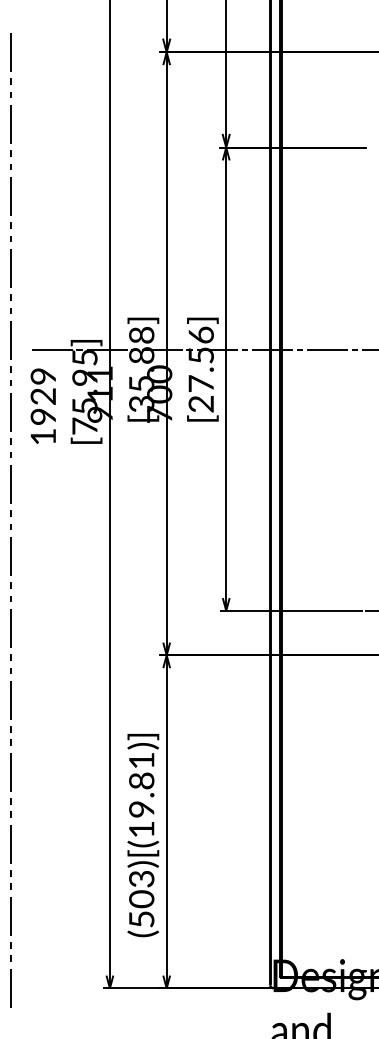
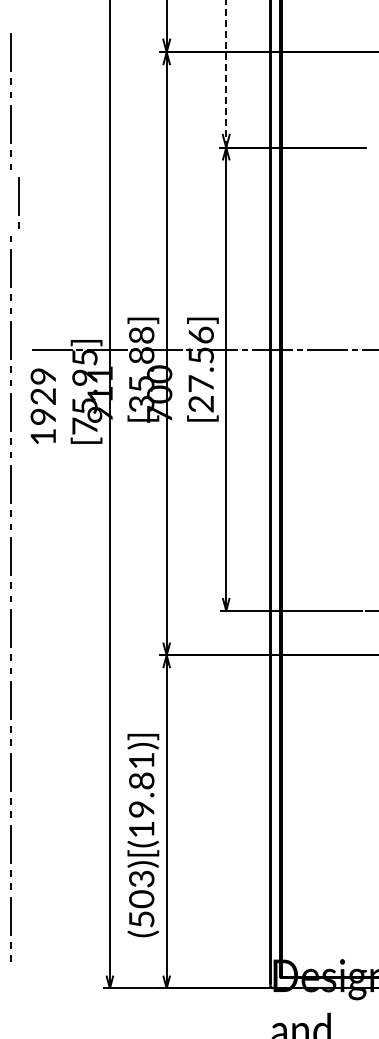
line at (226, 73): solid -> dashed
line at (10, 202) position: (10, 202) -> (18, 202)
line at (10, 988): present -> none
